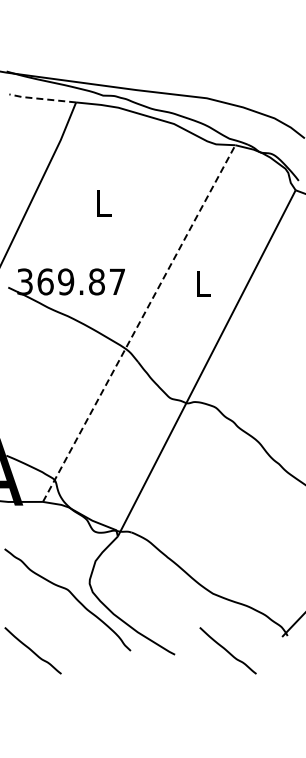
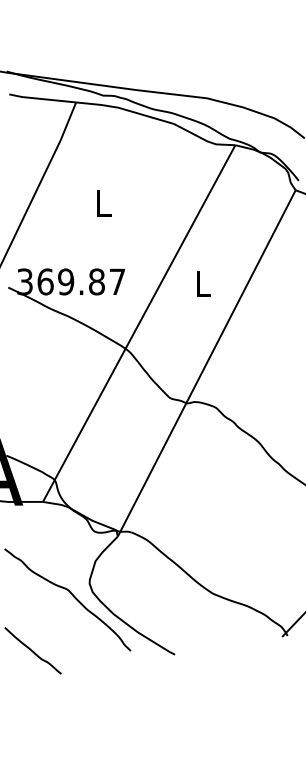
line at (41, 99): dashed -> solid
line at (139, 323): dashed -> solid
curve at (227, 650): present -> none
